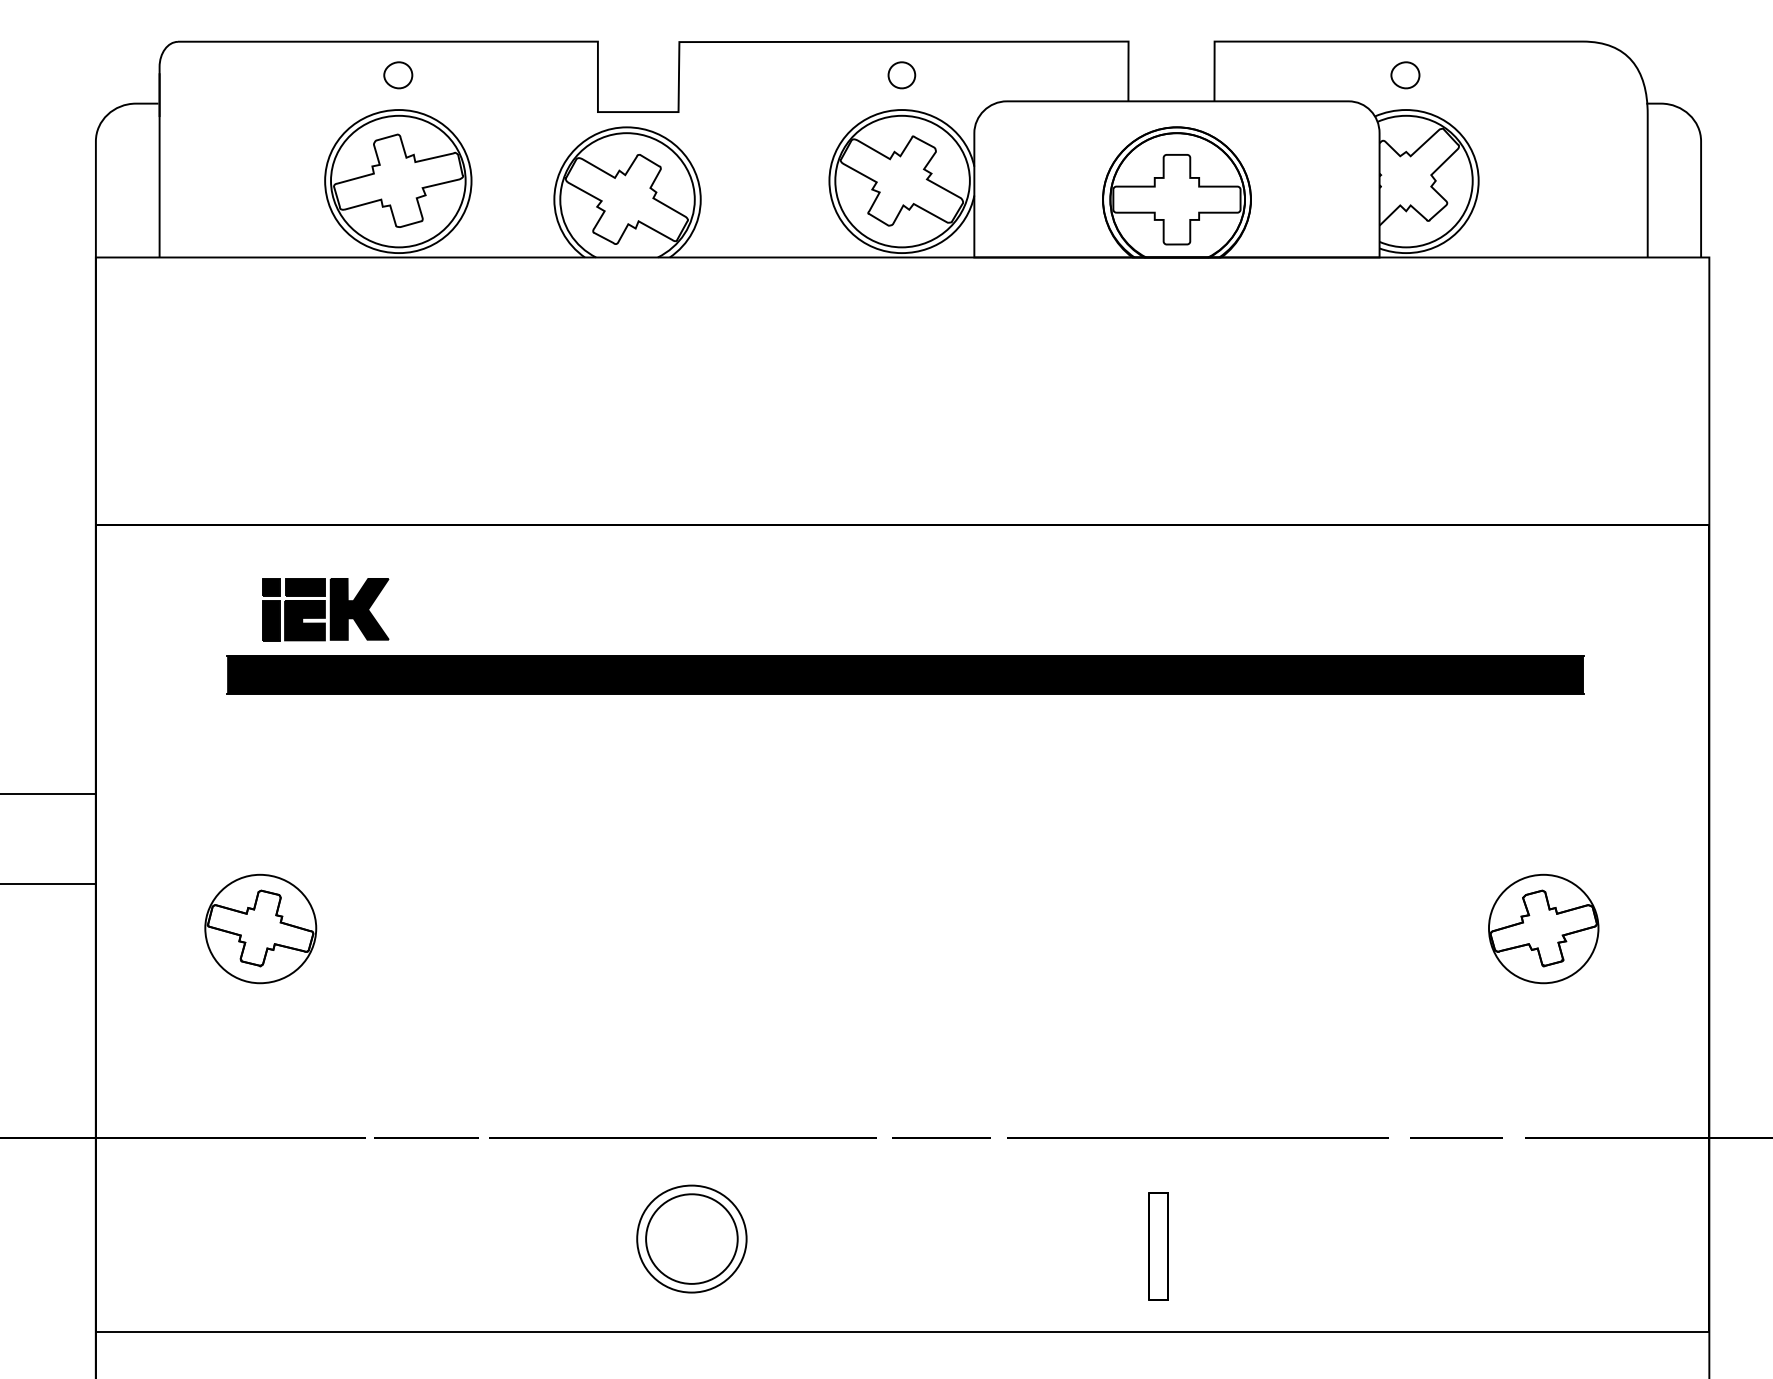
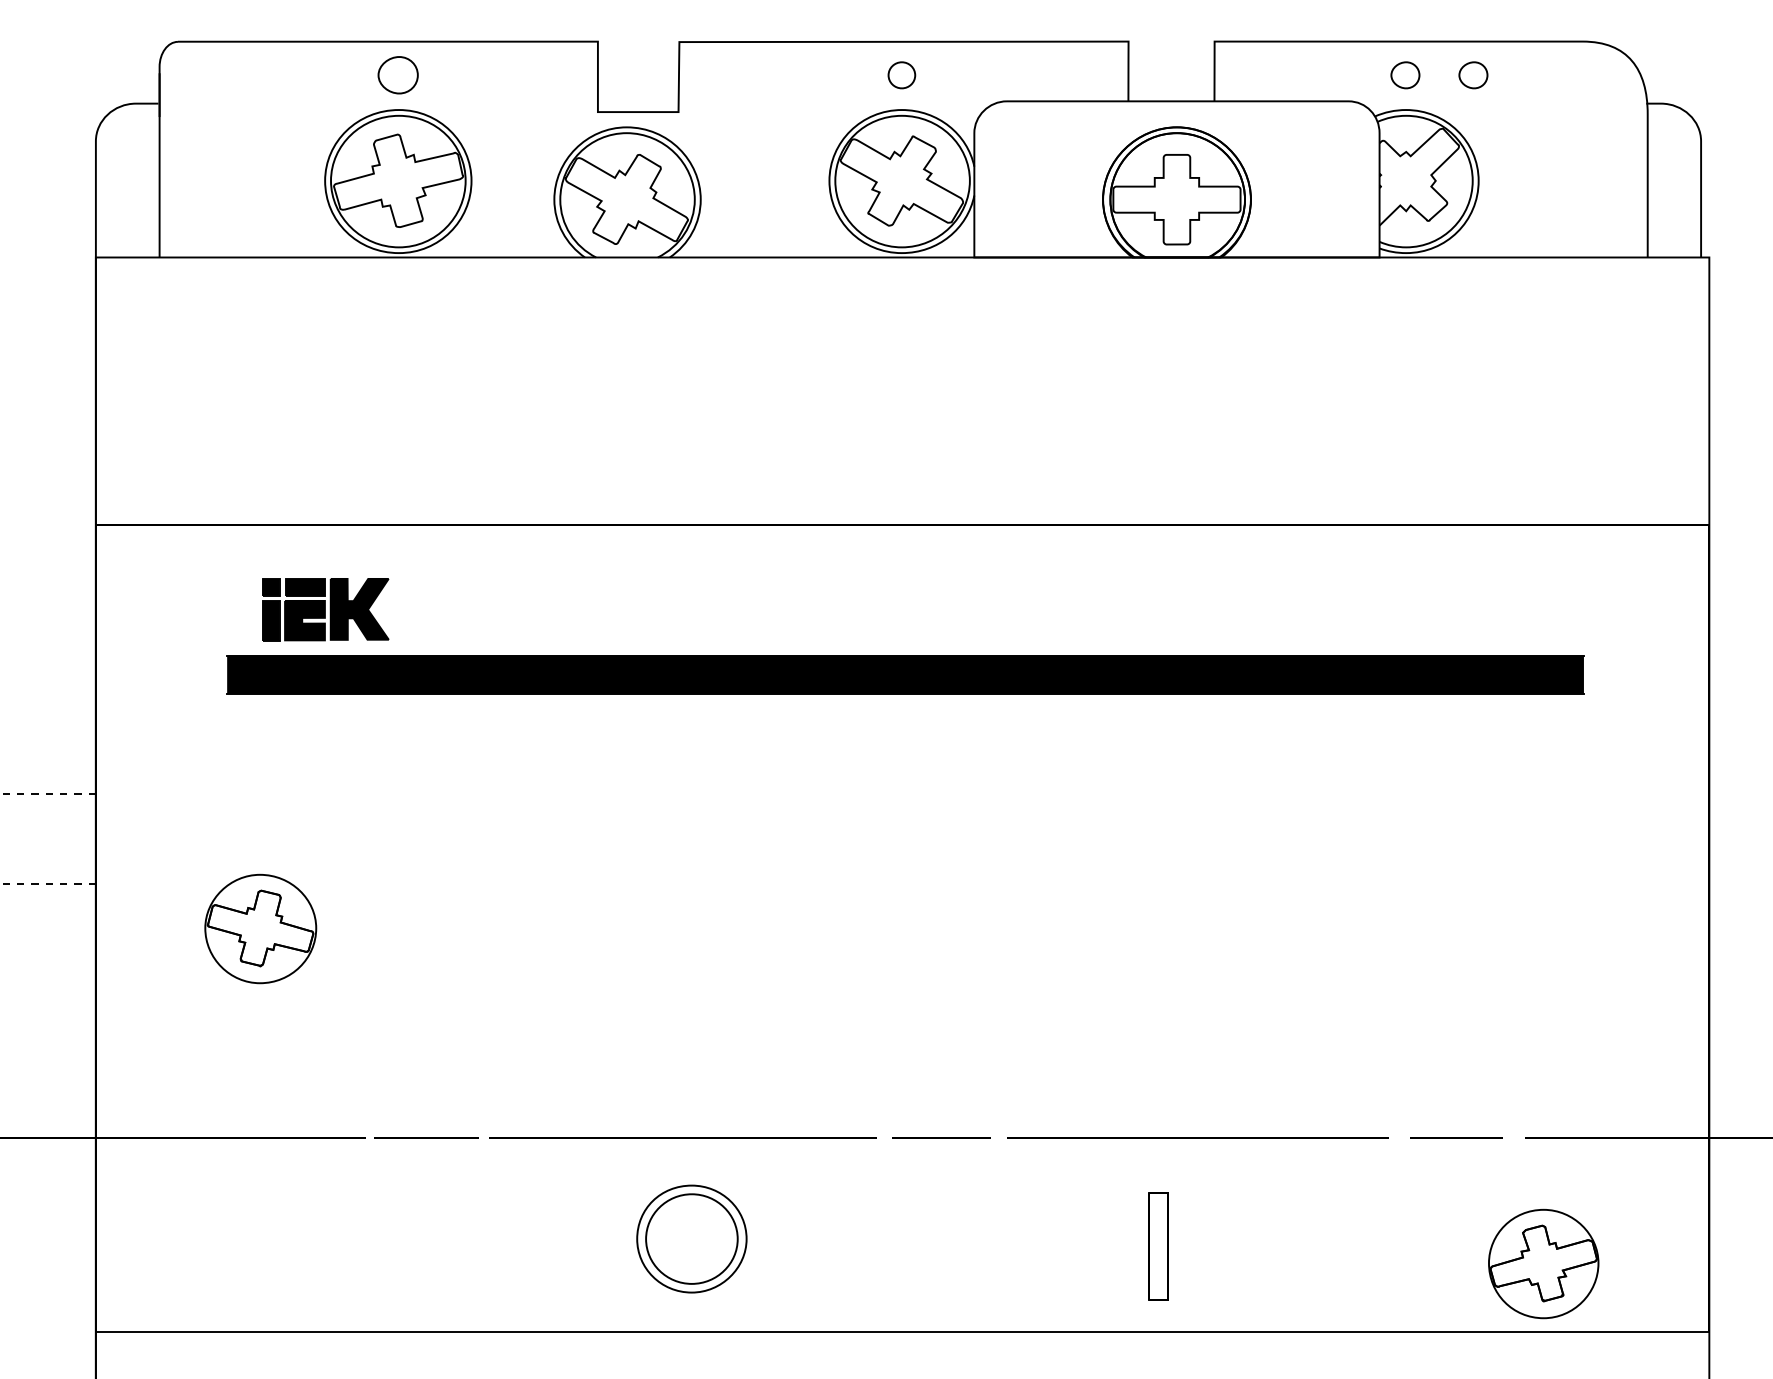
part at (398, 75) size: 31x29 px -> 42x39 px
part at (1473, 75): none -> present
line at (47, 794): solid -> dashed
line at (47, 883): solid -> dashed
part at (1543, 928) position: (1543, 928) -> (1543, 1263)
